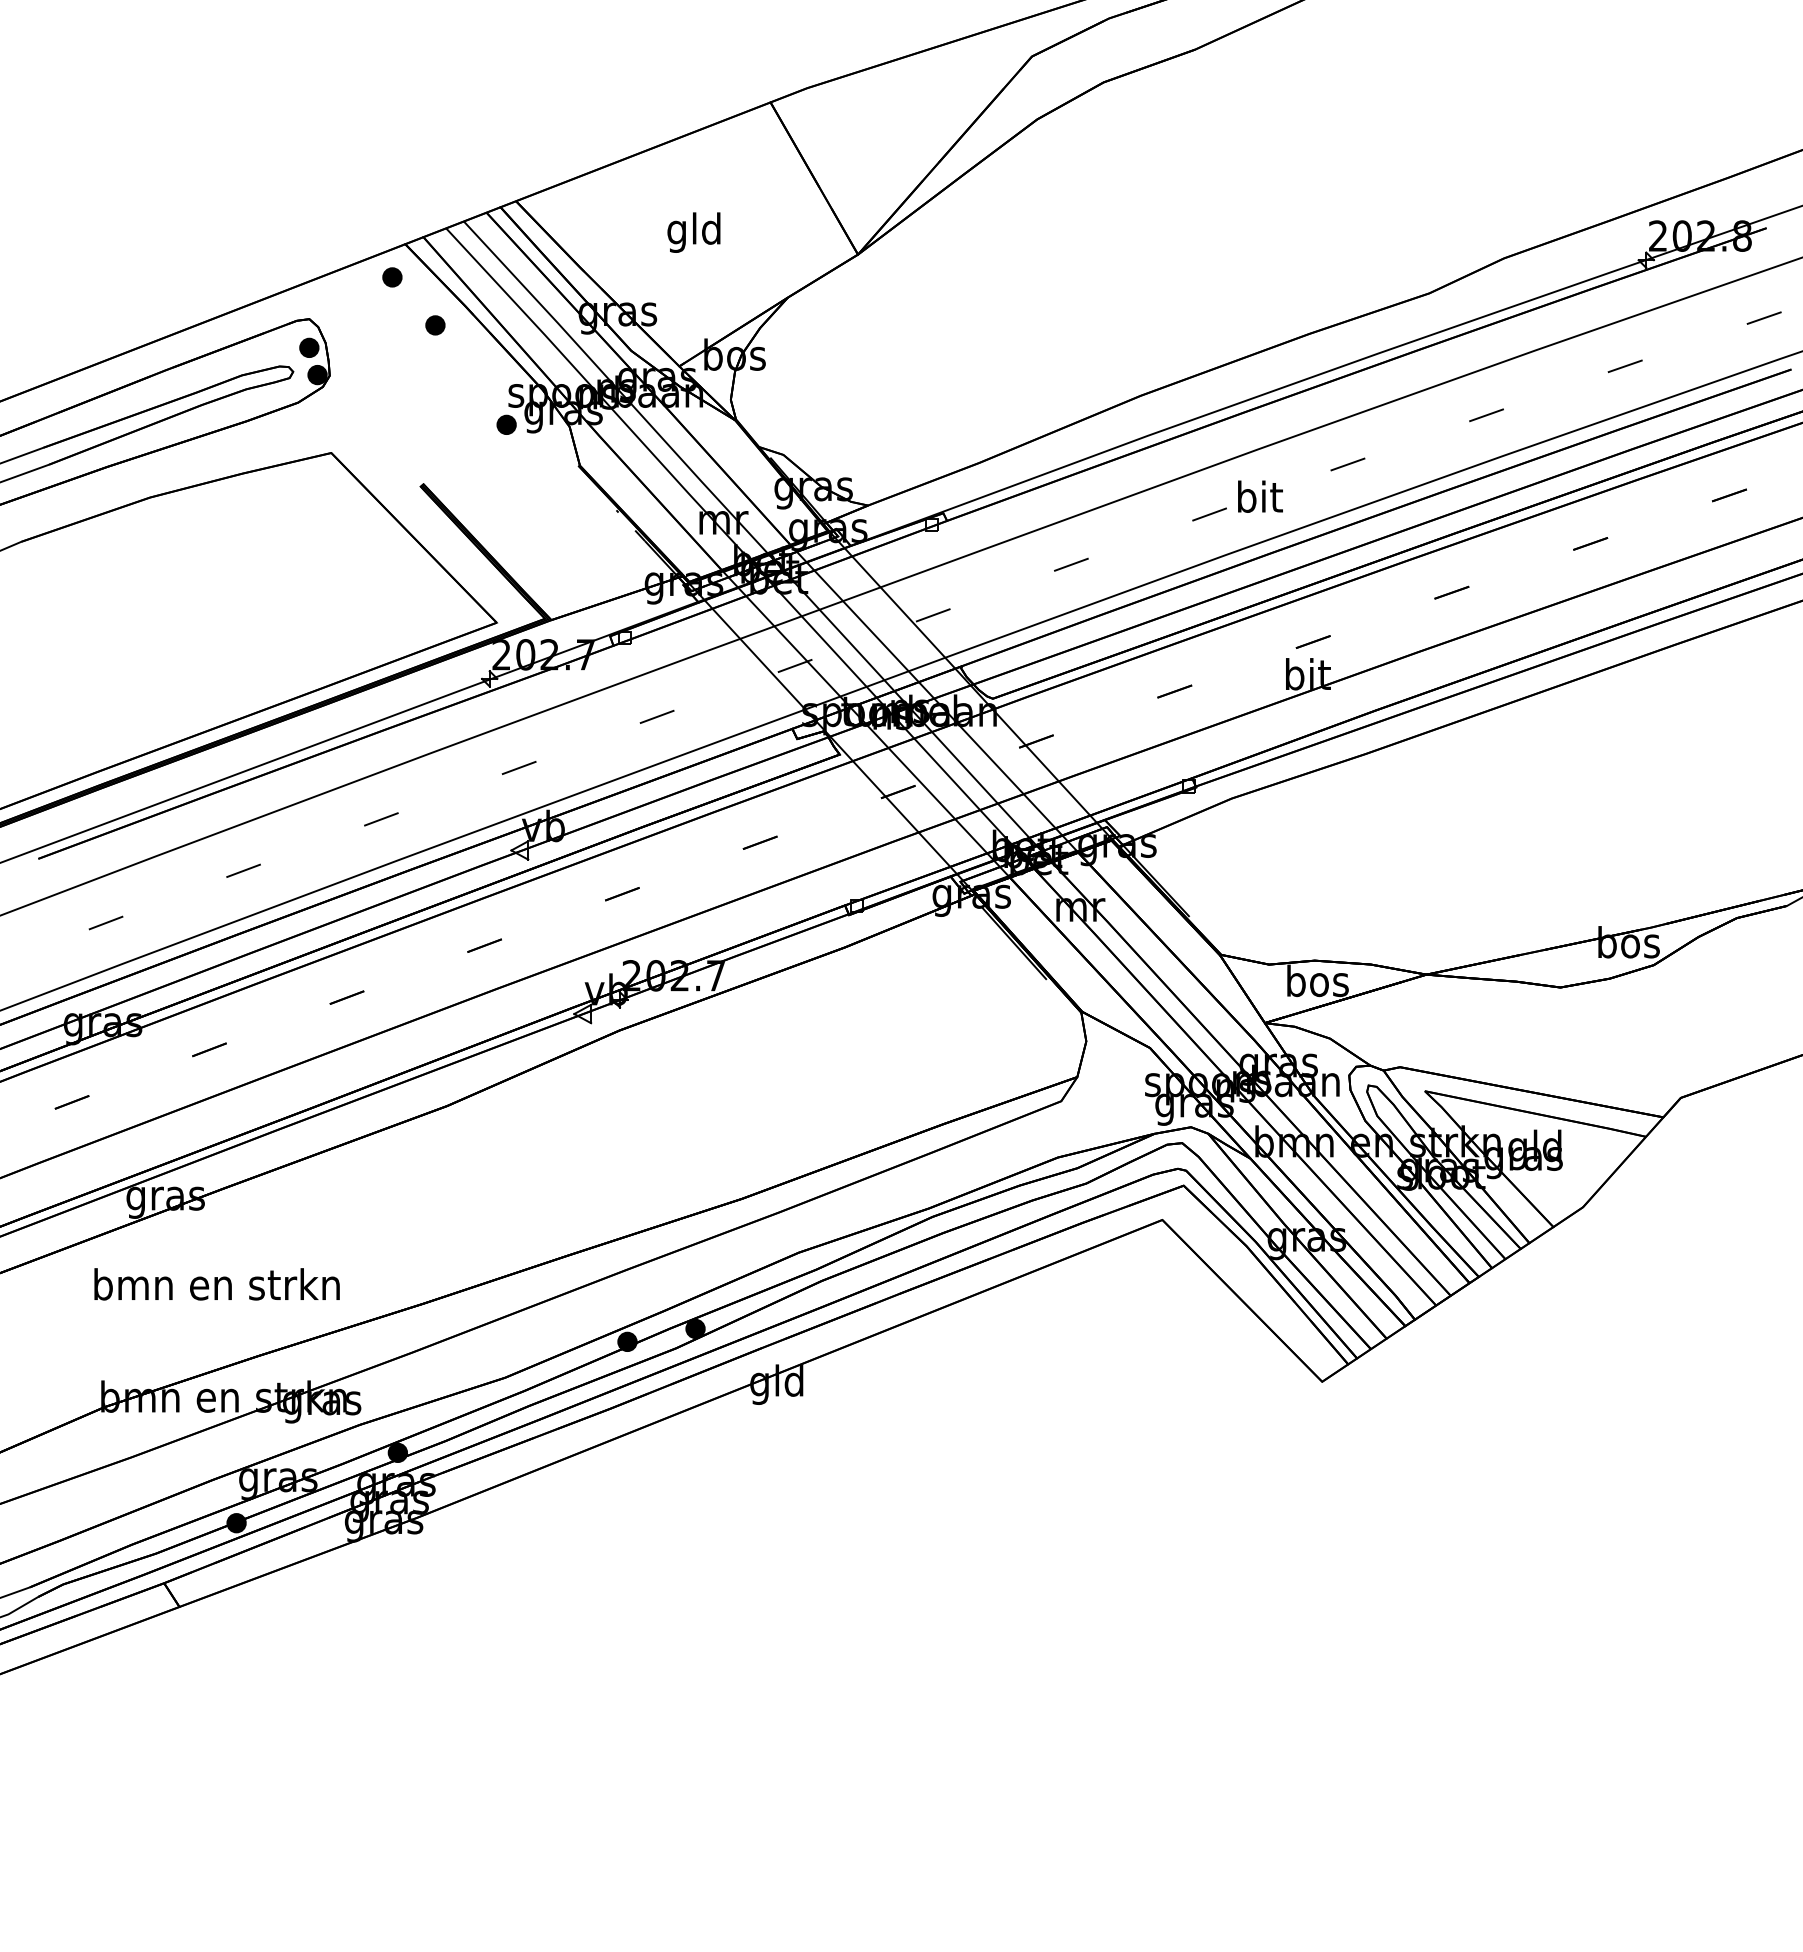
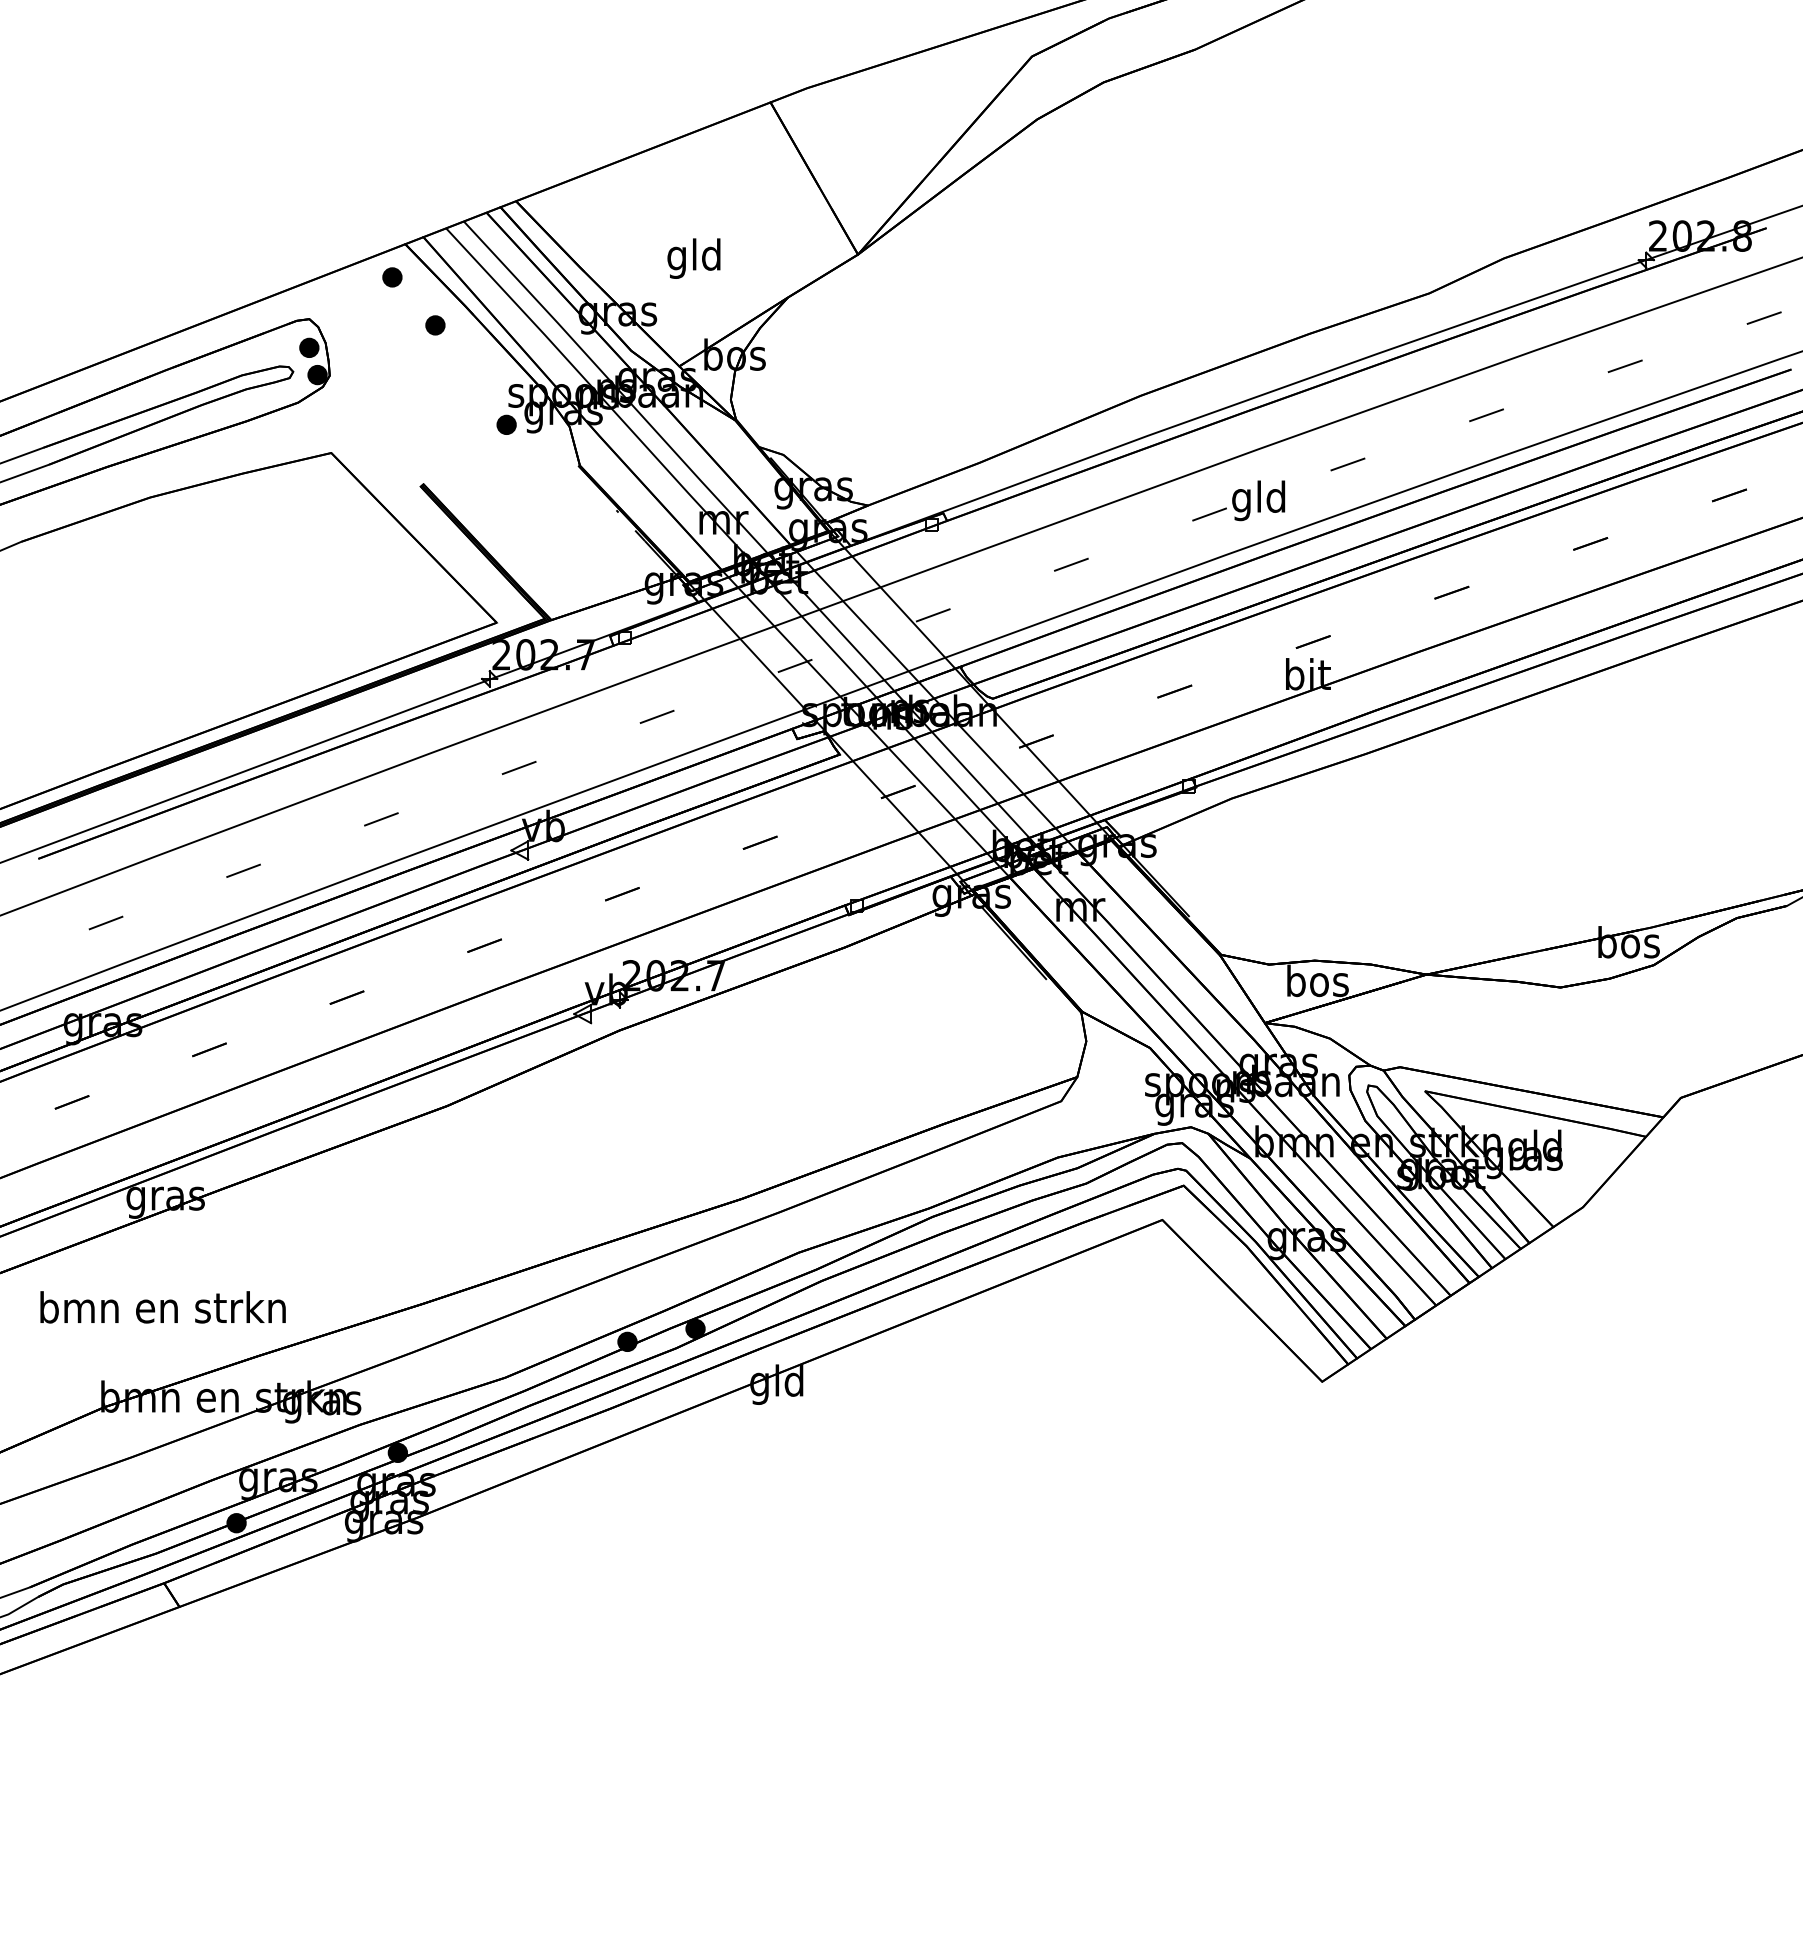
text at (693, 232) position: (693, 232) -> (693, 258)
text at (1258, 500): bit -> gld
text at (216, 1284) position: (216, 1284) -> (162, 1307)
